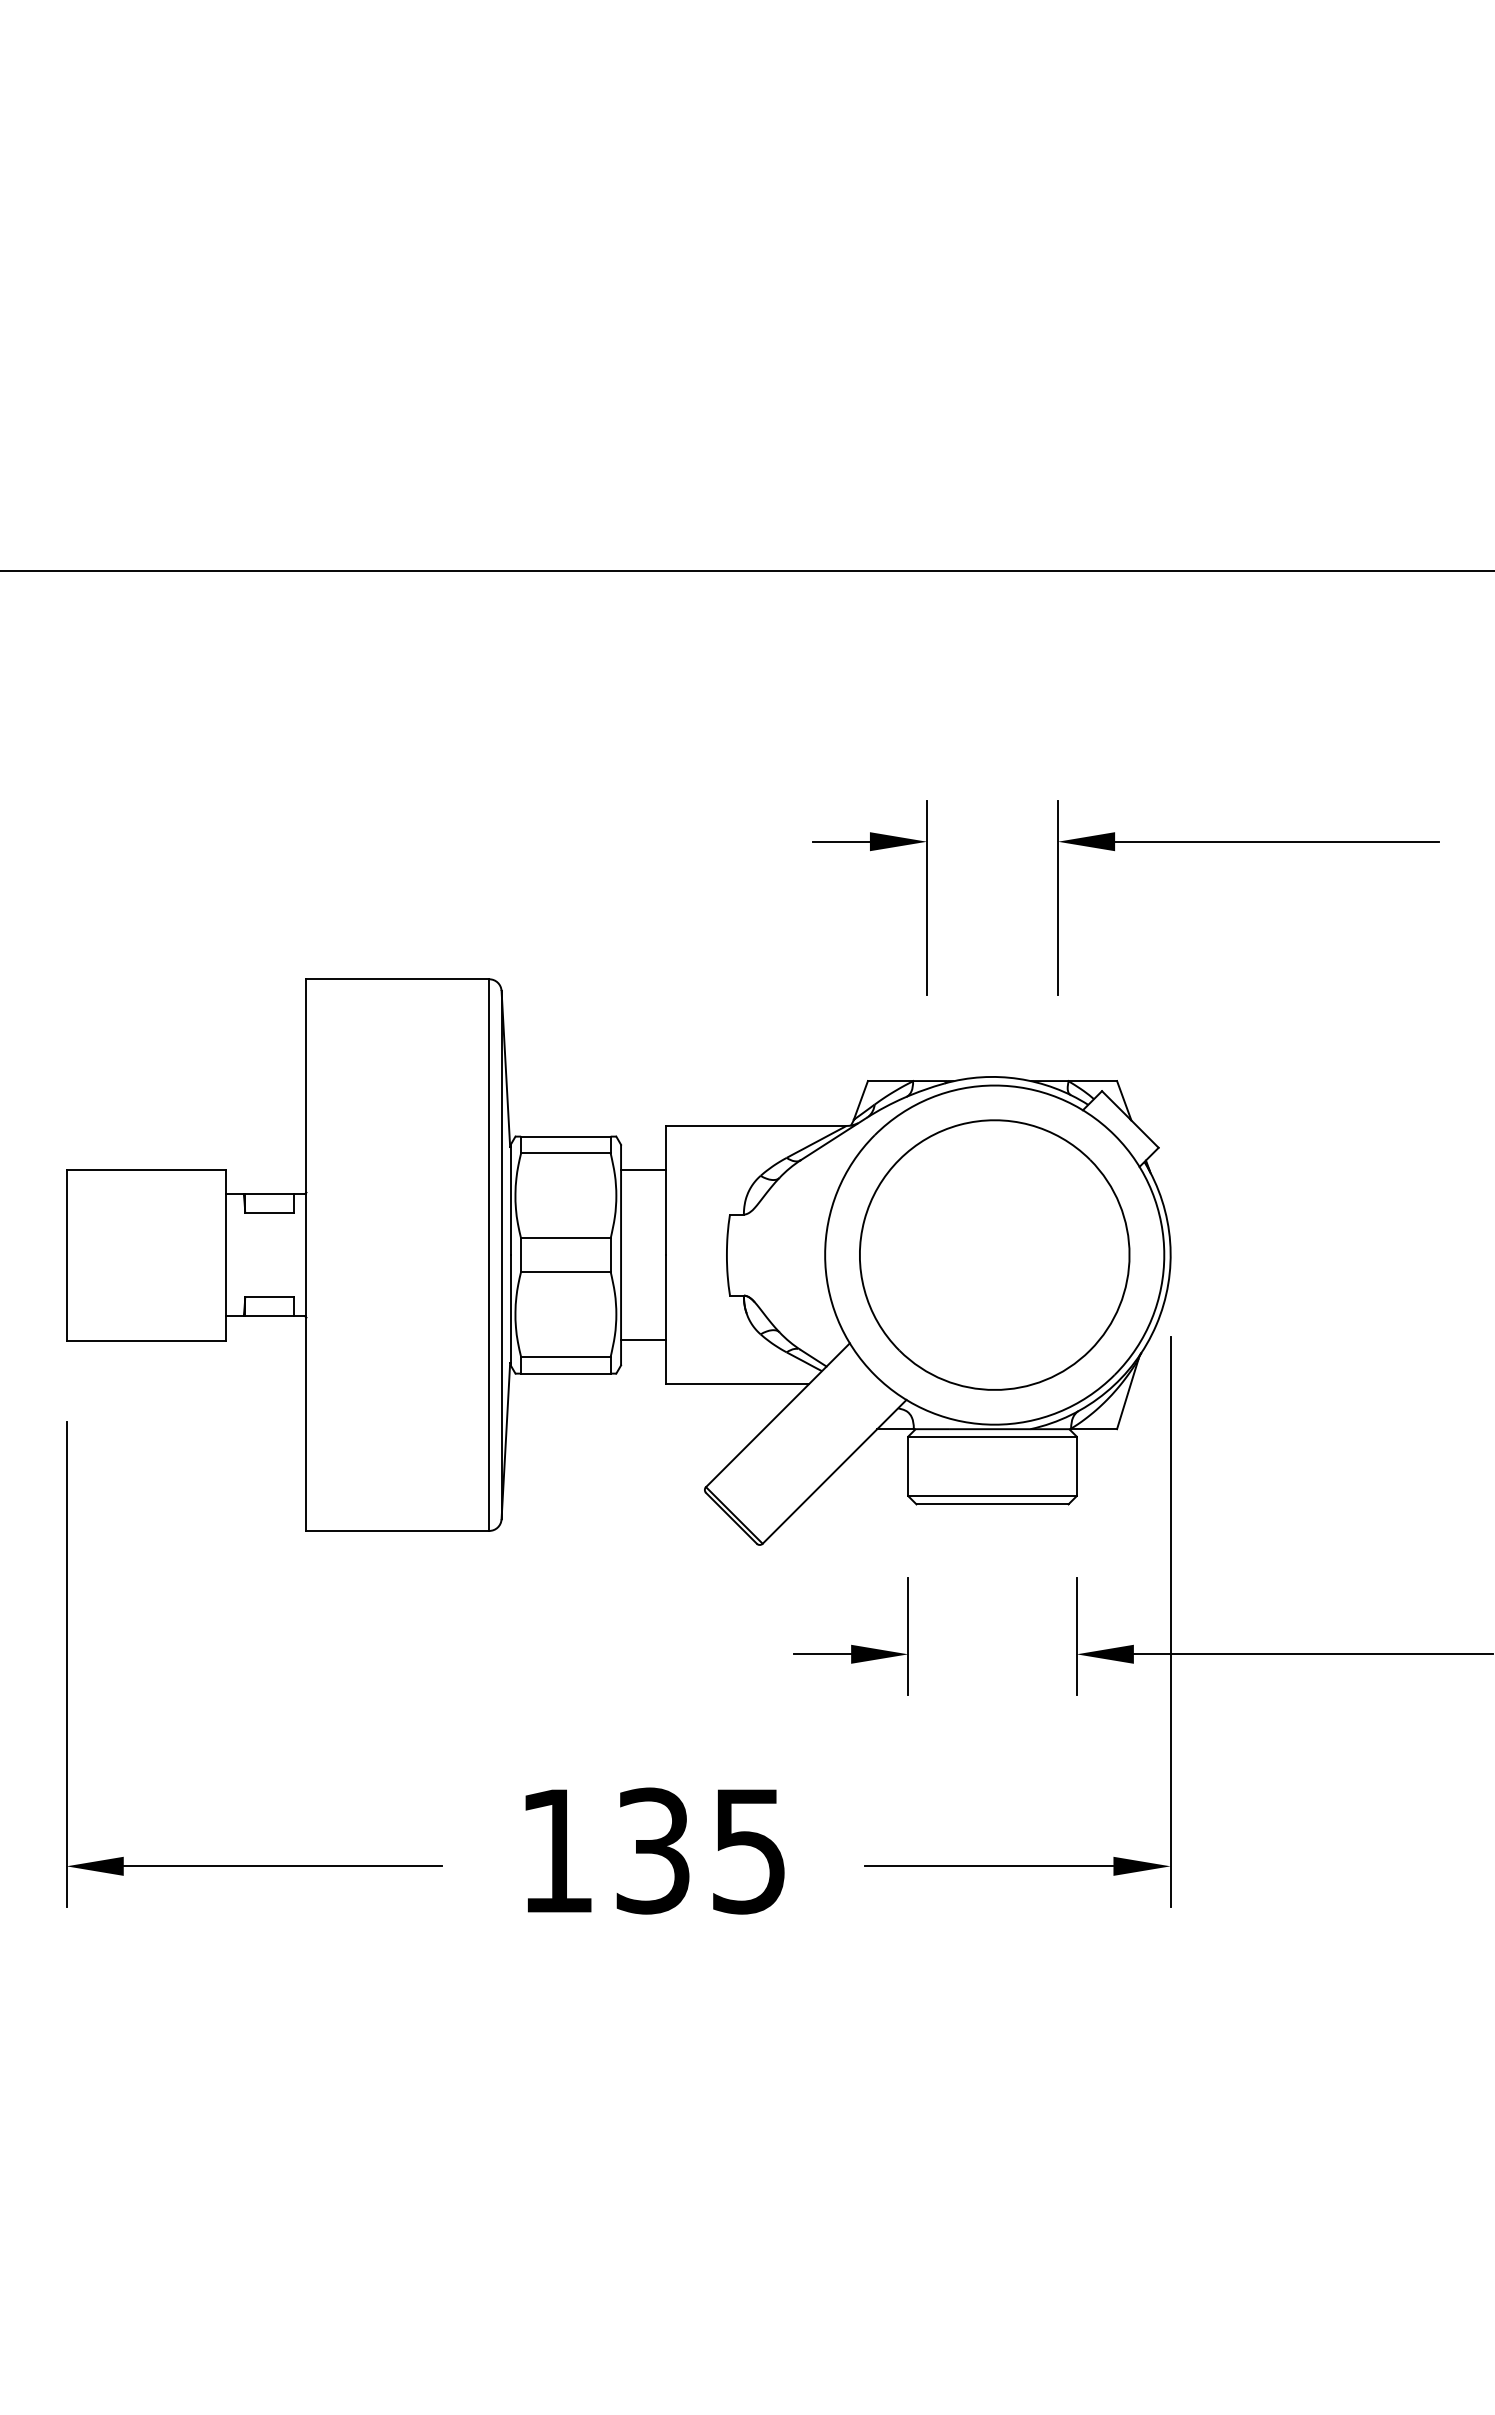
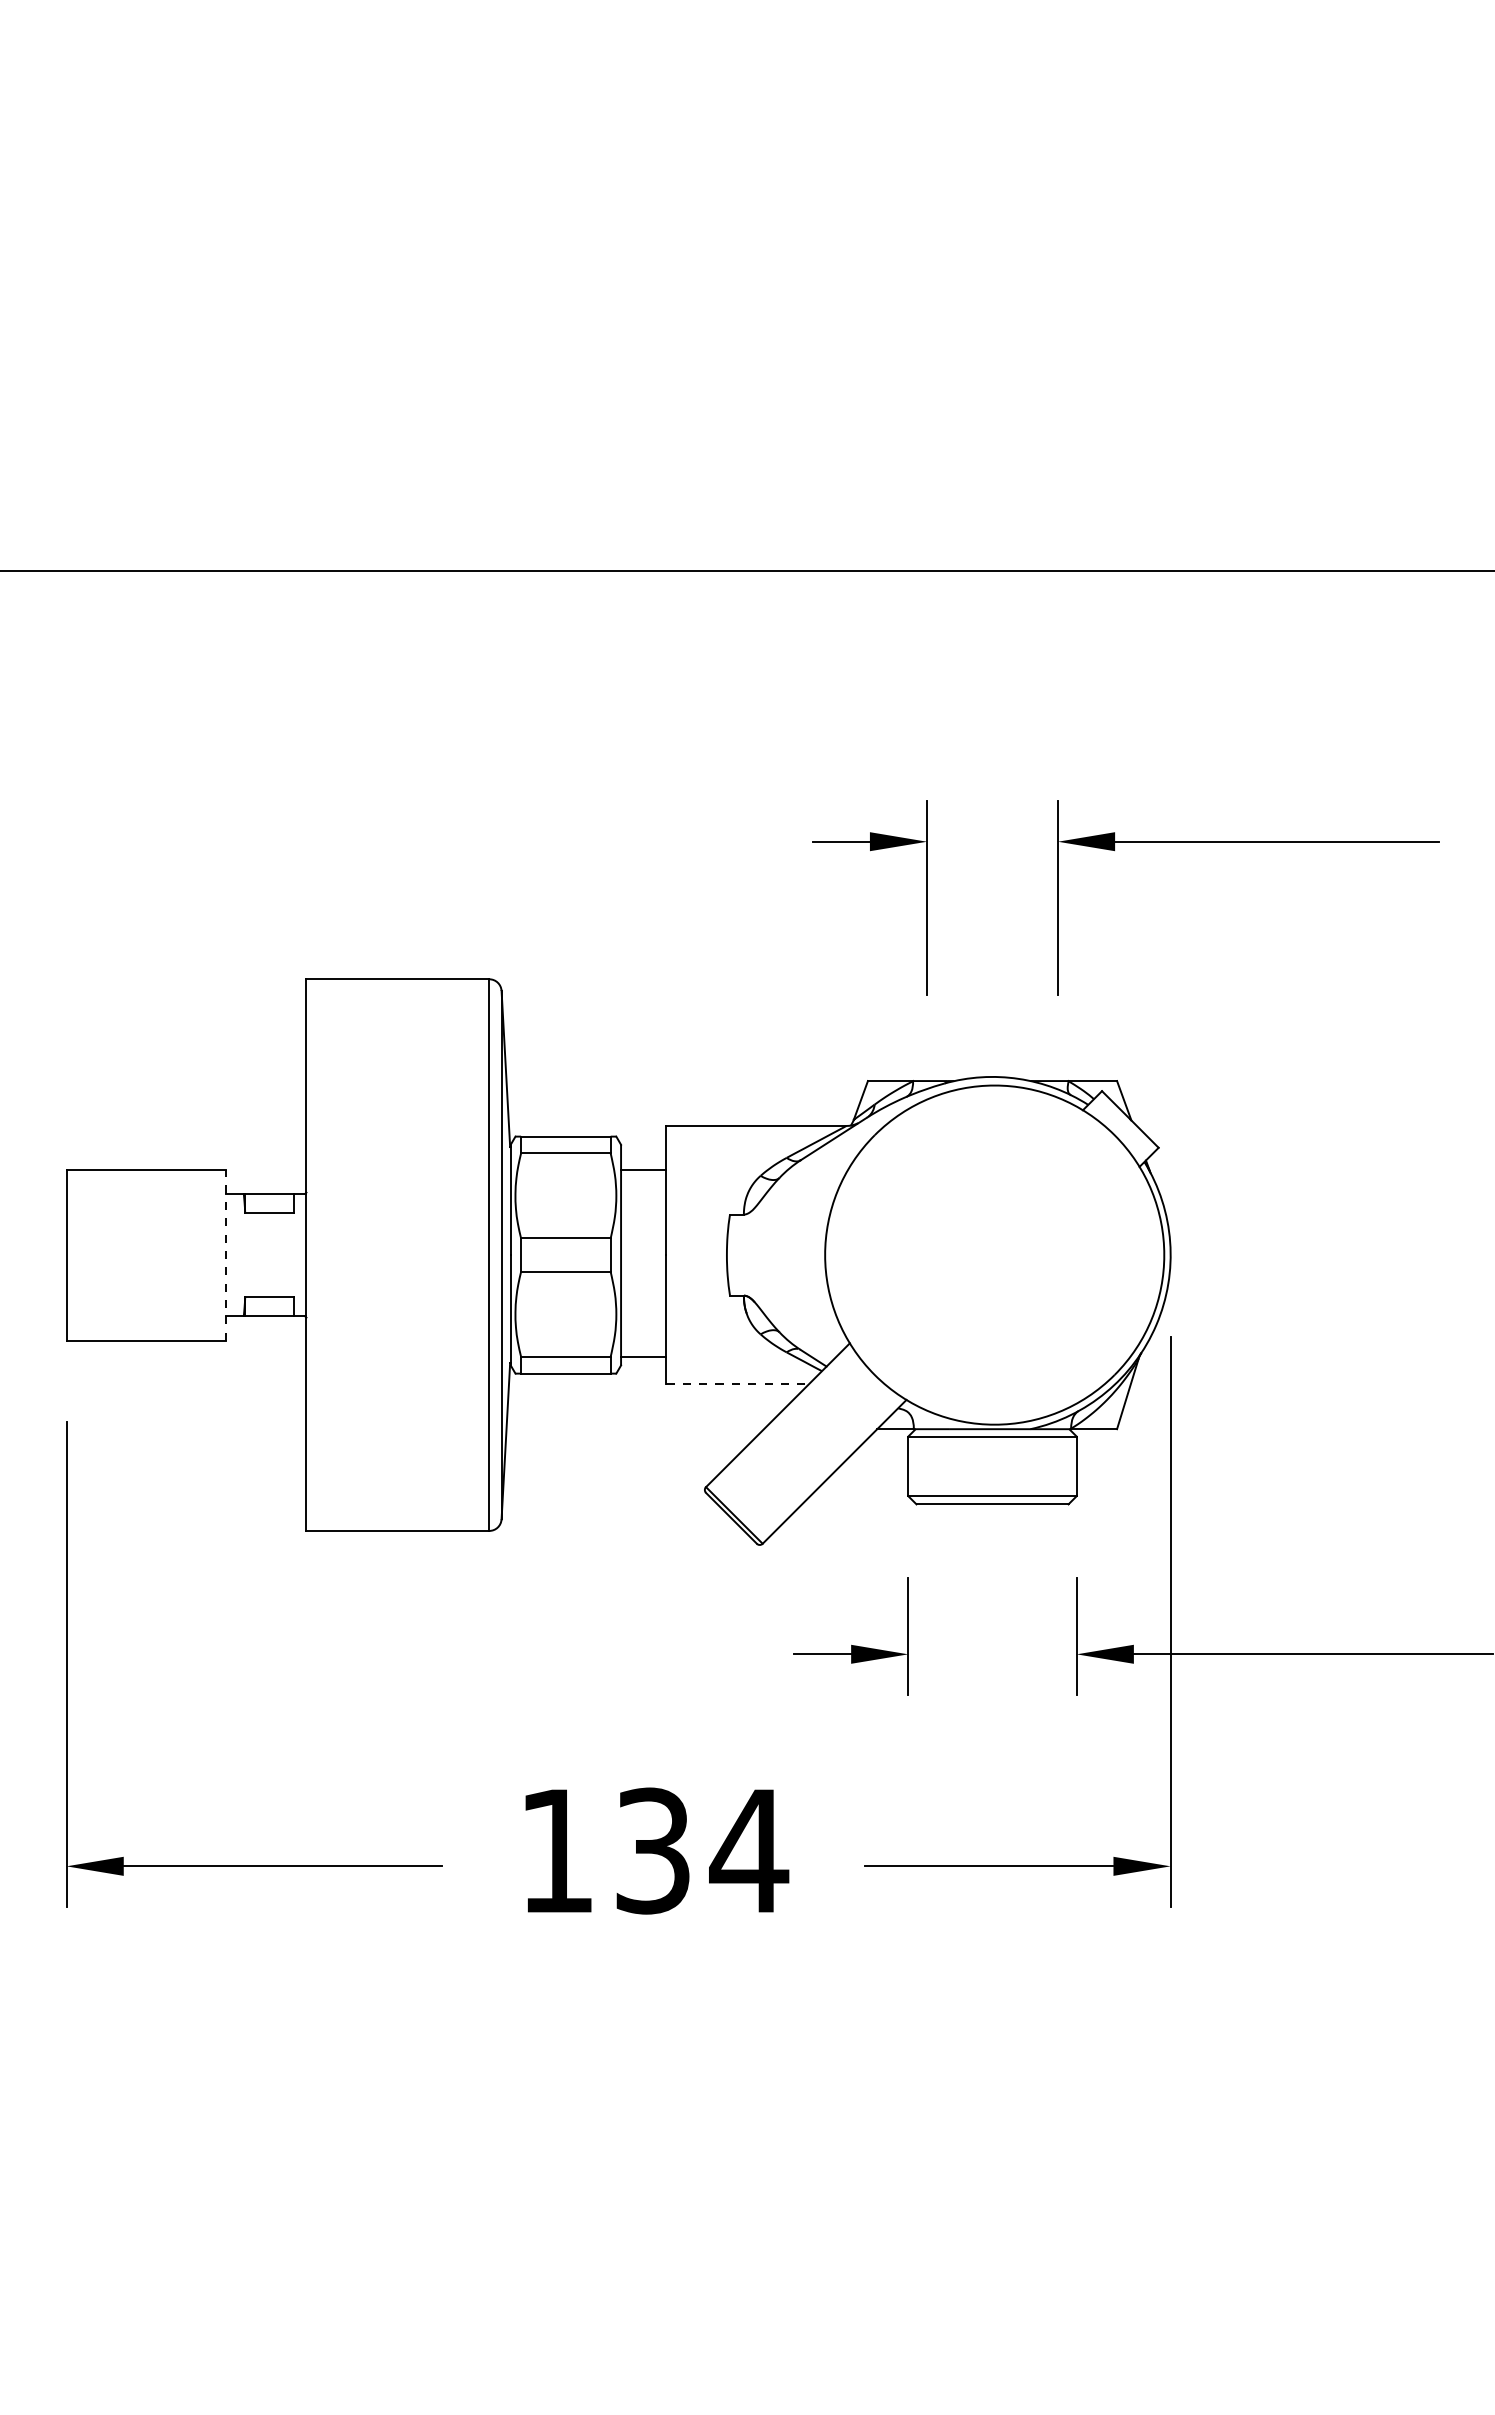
part at (994, 1254): present -> none
line at (225, 1255): solid -> dashed
line at (643, 1340) position: (643, 1340) -> (643, 1357)
line at (738, 1384): solid -> dashed
text at (749, 1851): 135 -> 134
